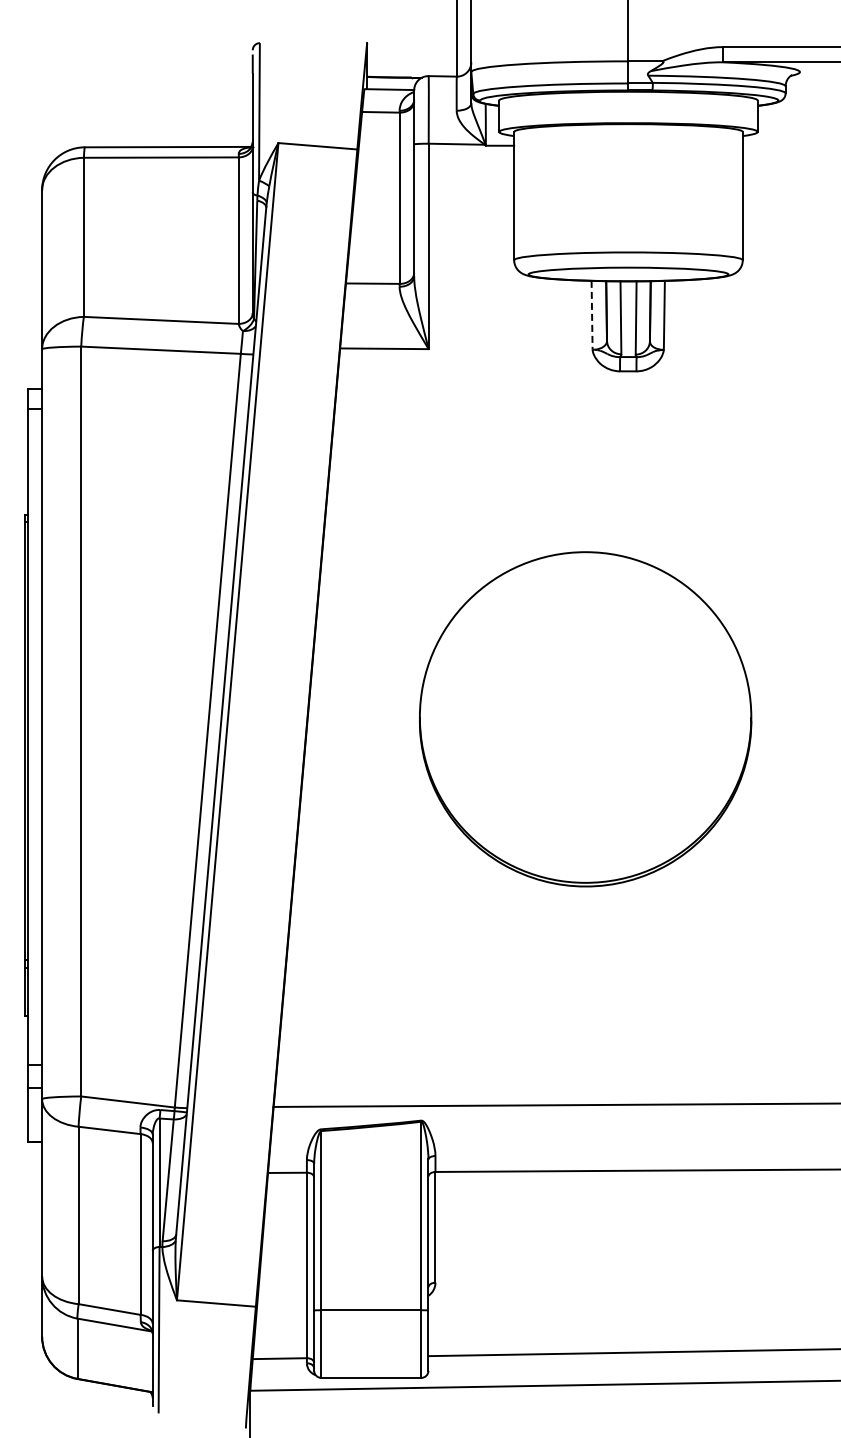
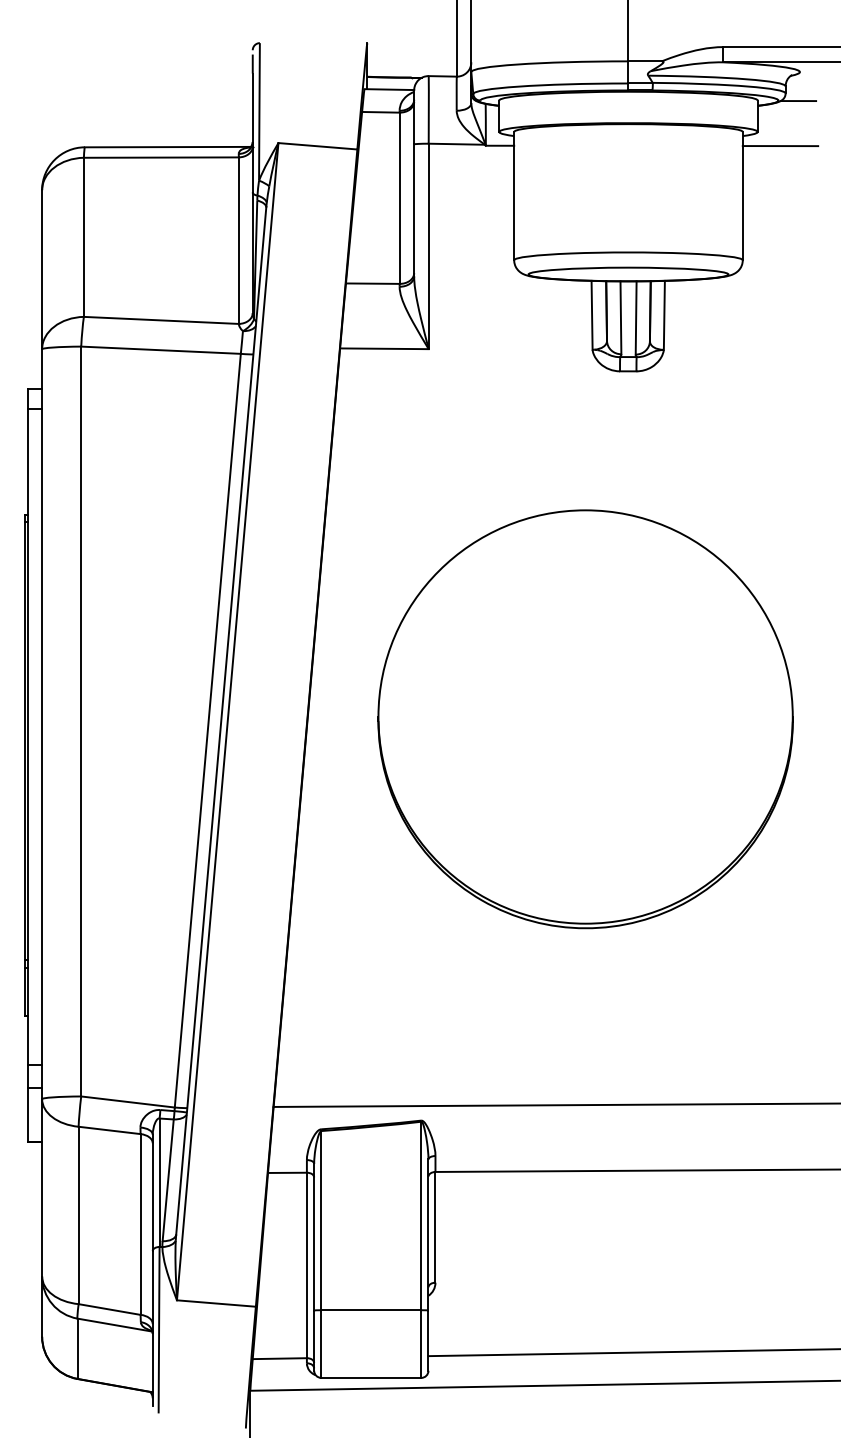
line at (798, 101): none -> present
line at (780, 146): none -> present
line at (592, 315): dashed -> solid
part at (585, 719) size: 335x337 px -> 417x421 px
